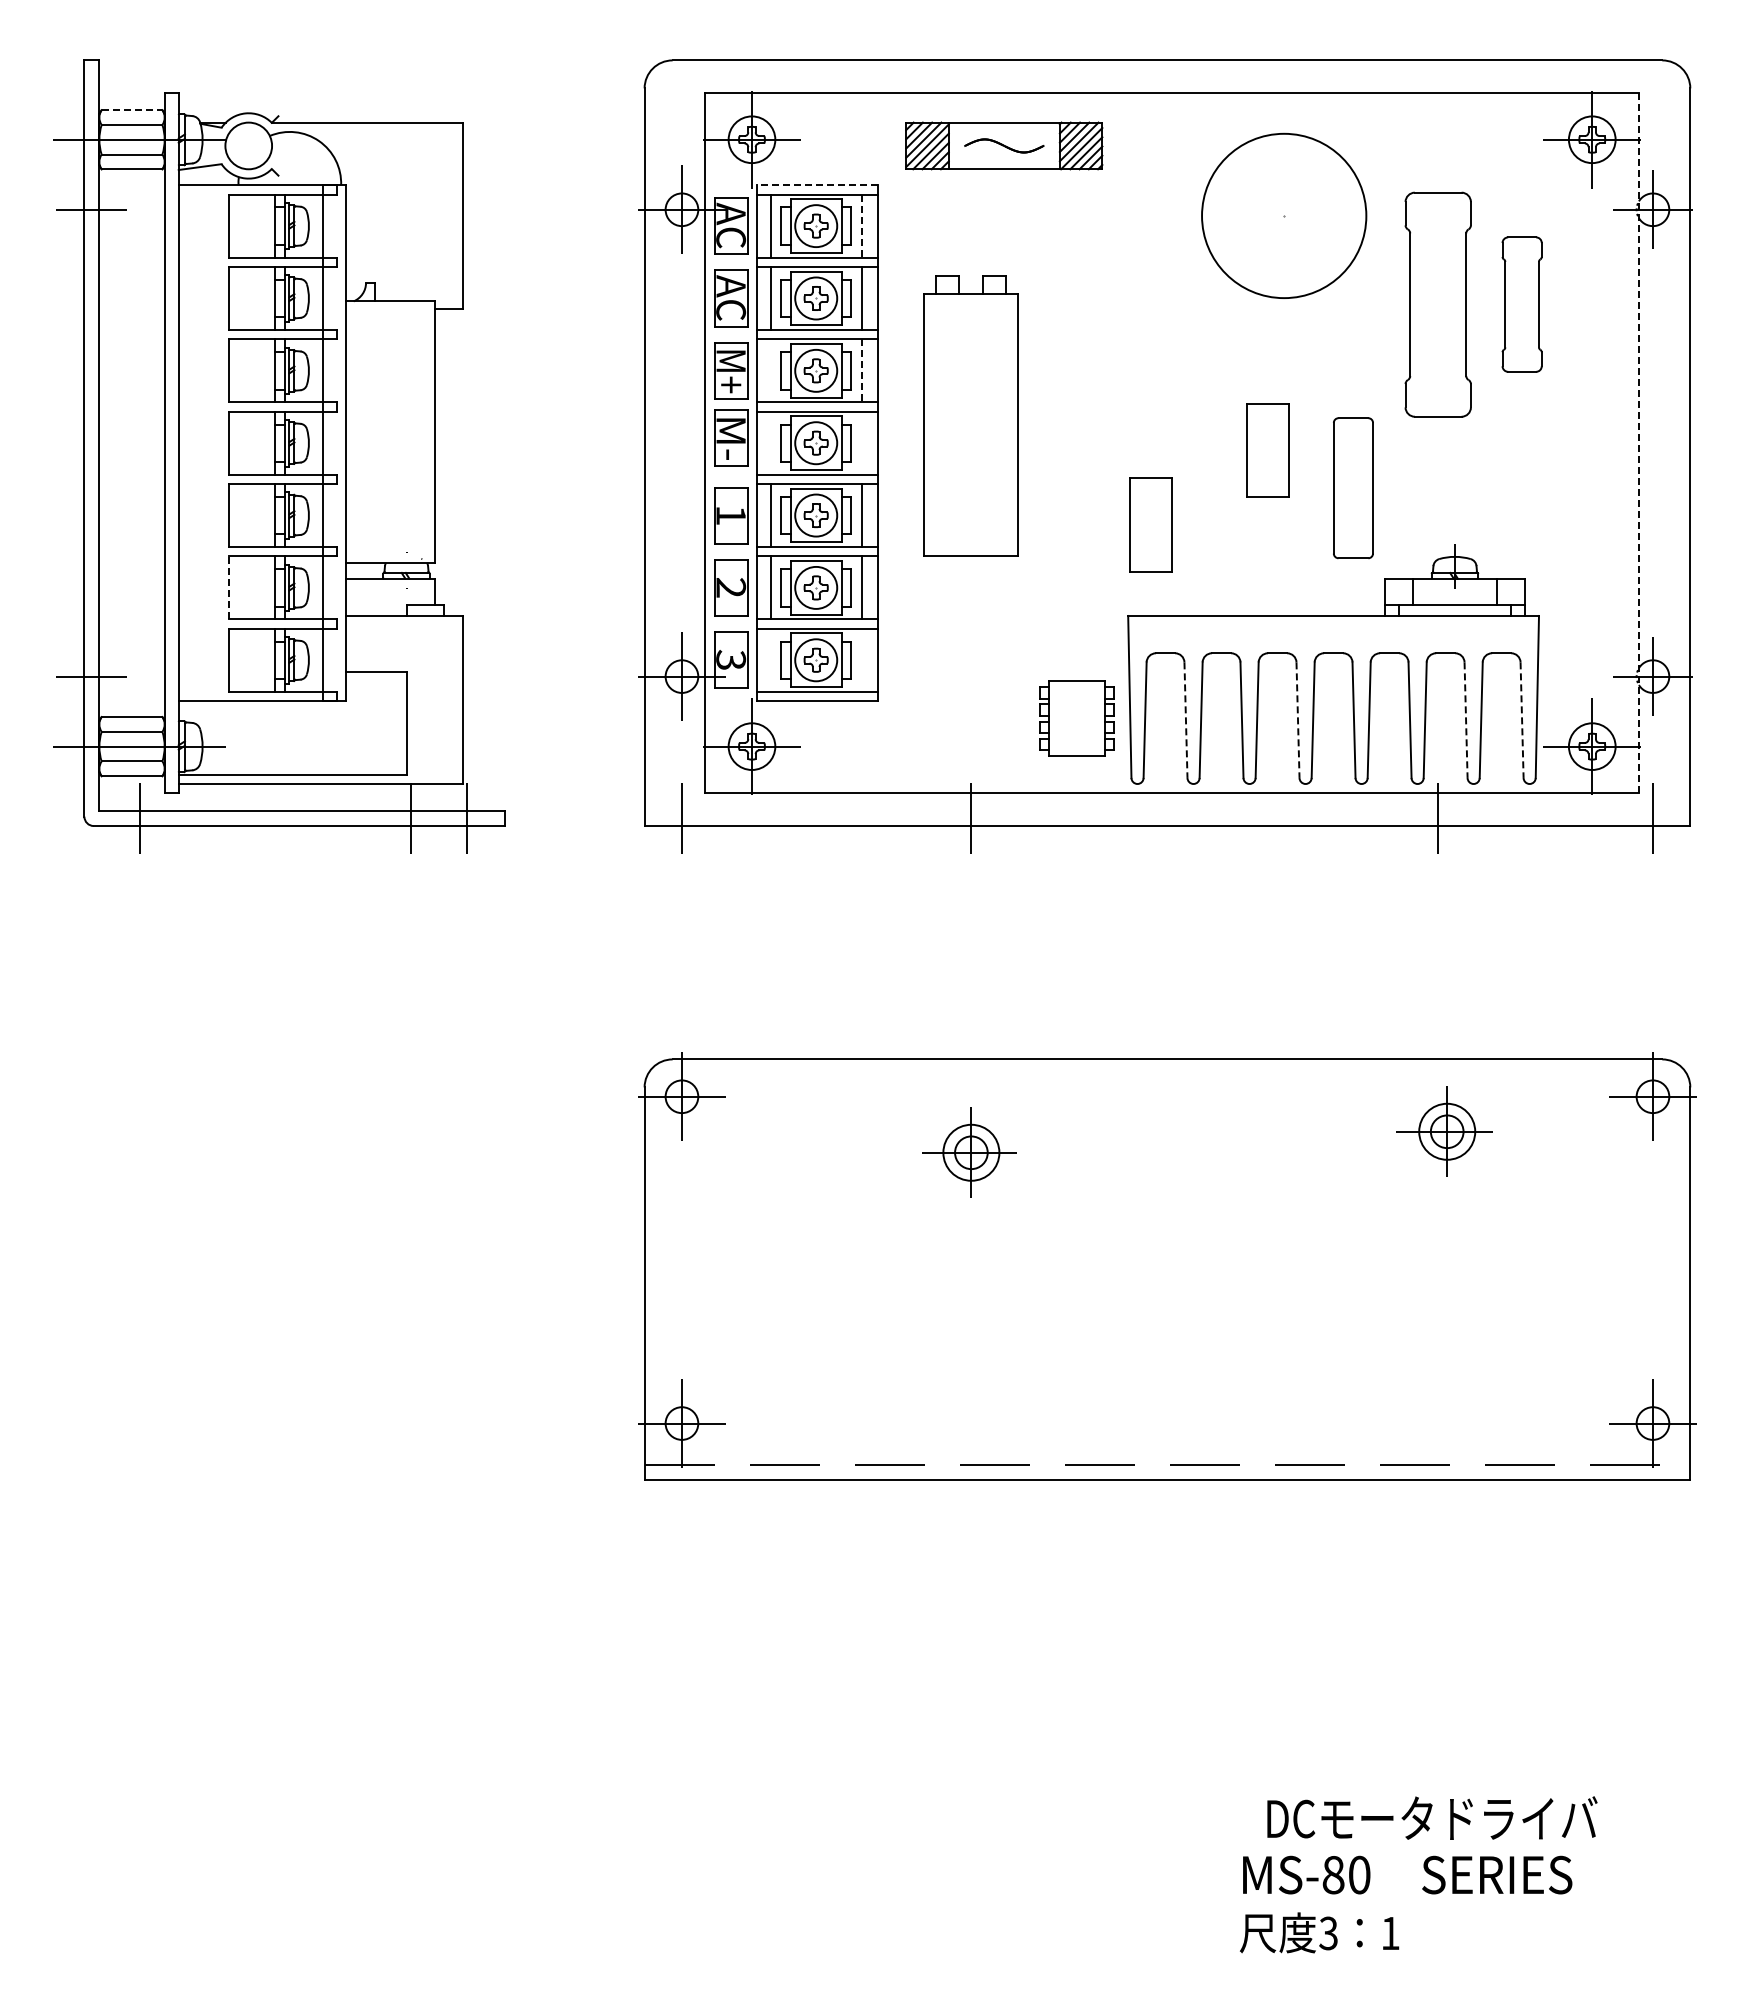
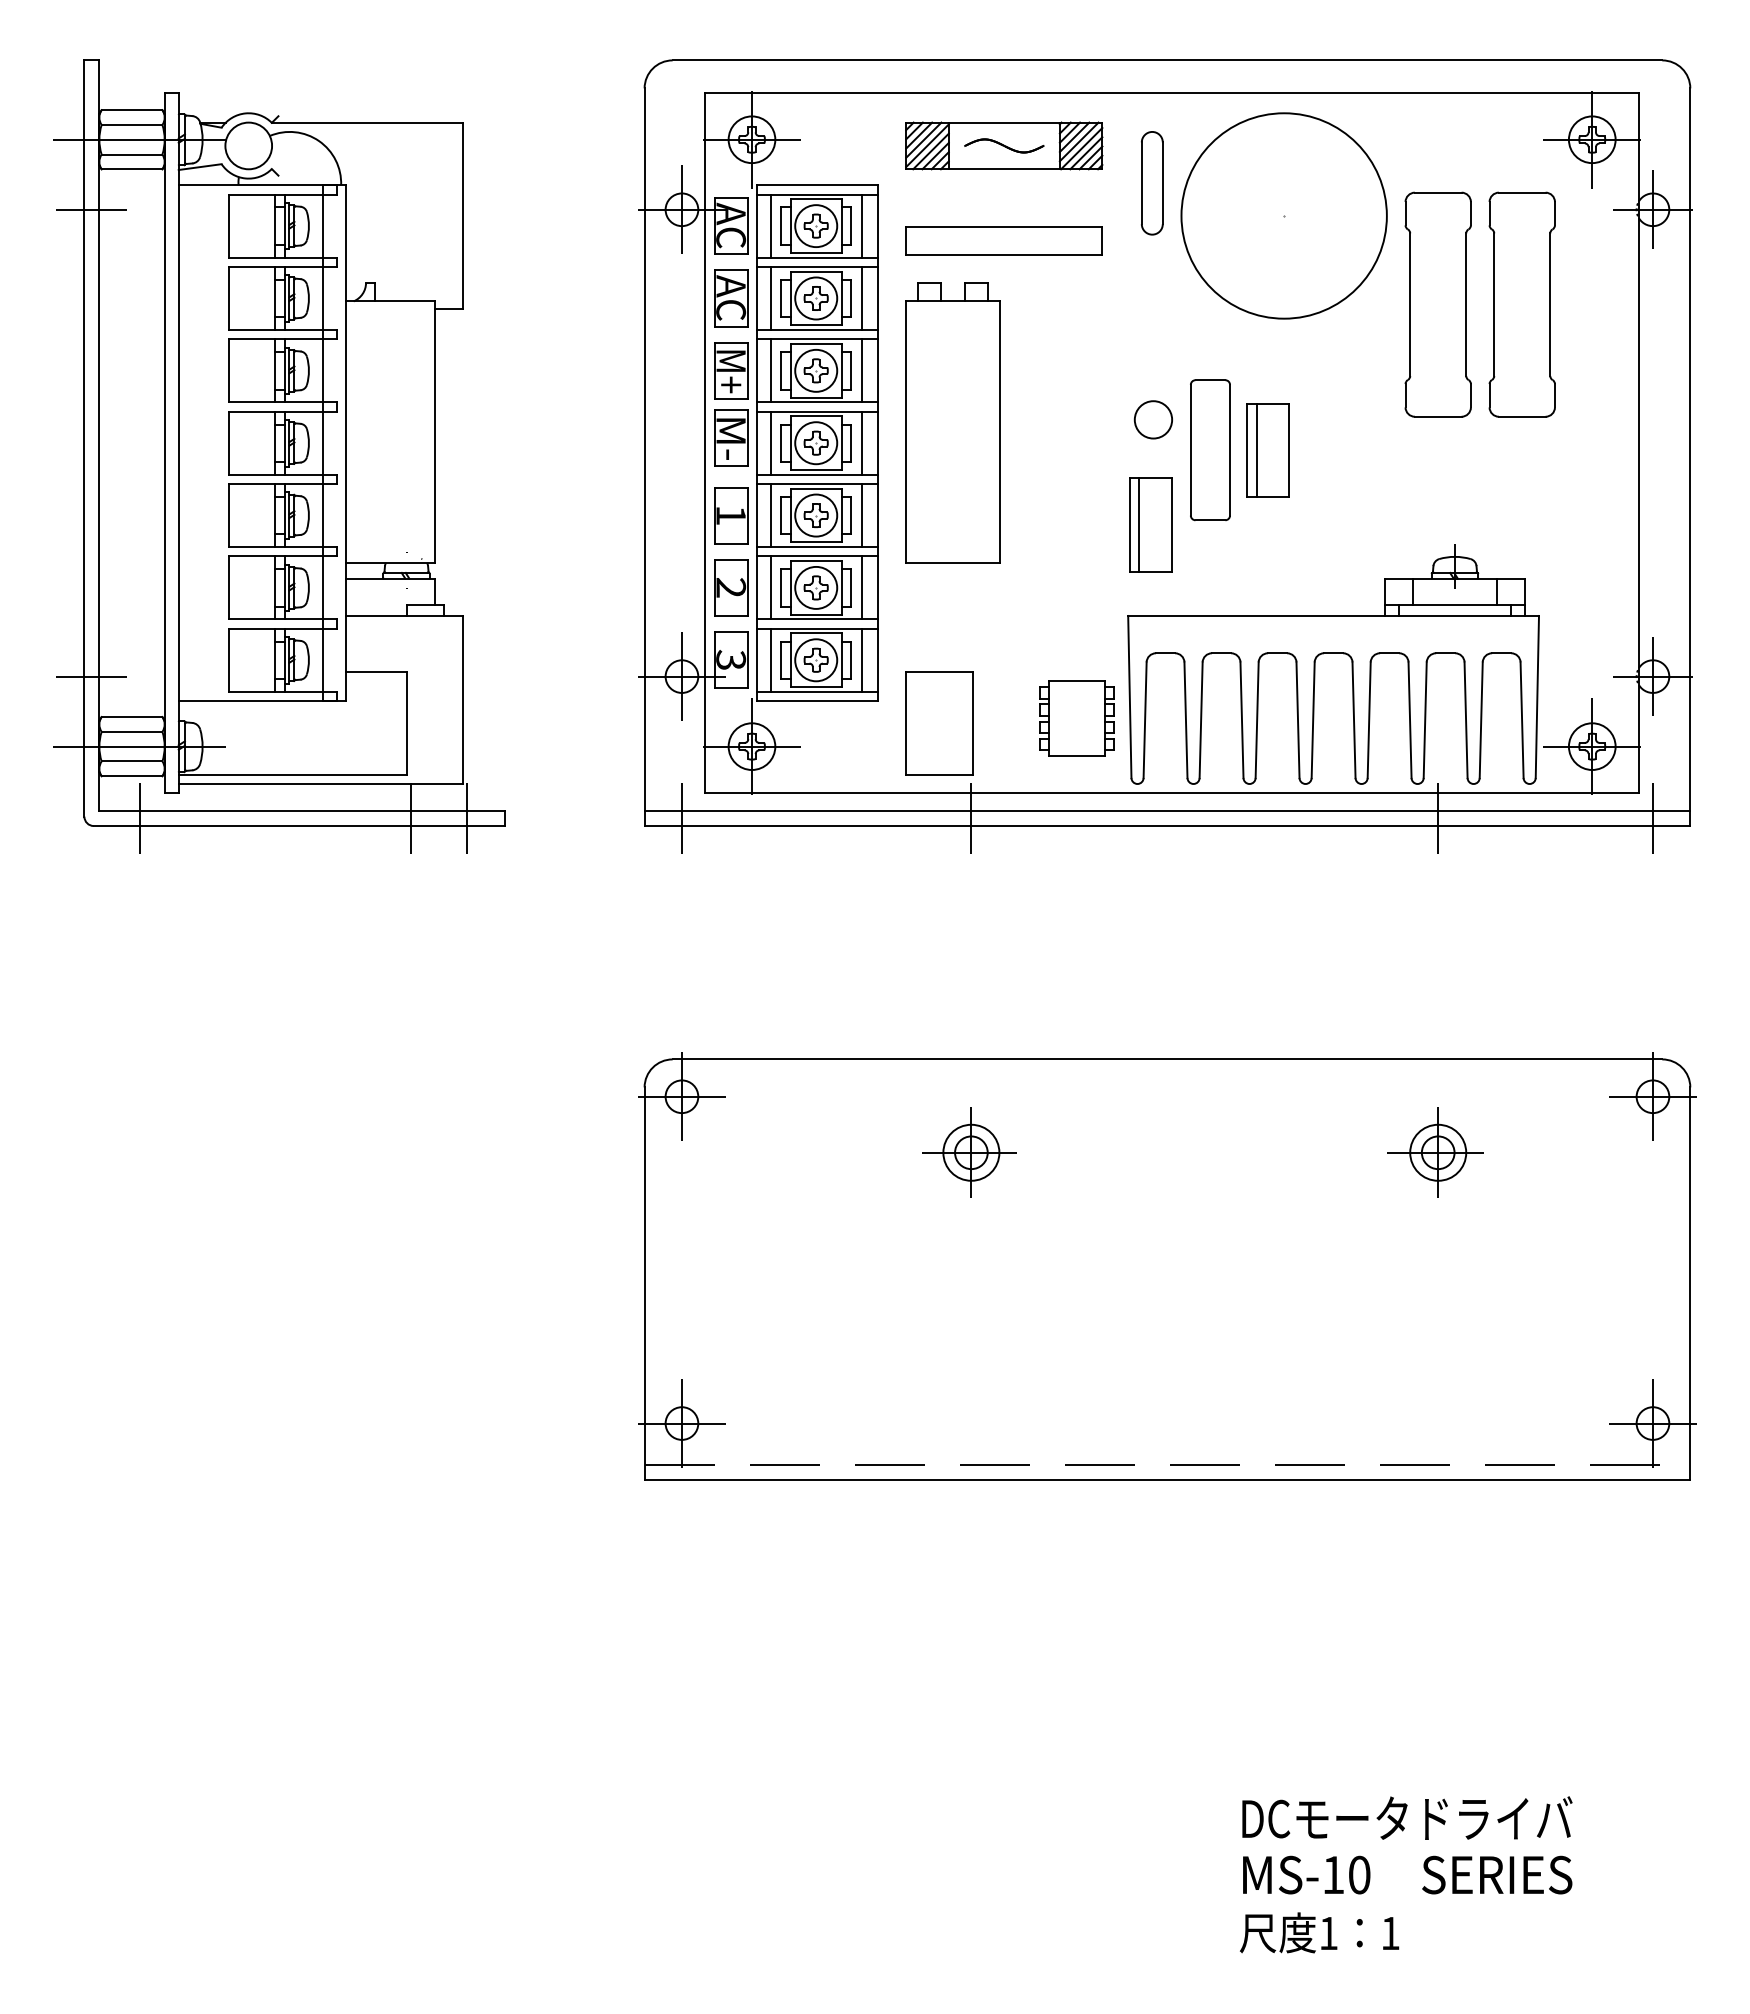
line at (132, 110): dashed -> solid
part at (1152, 183): none -> present
line at (817, 185): dashed -> solid
circle at (1284, 215) diameter: 164 px -> 205 px
line at (861, 226): dashed -> solid
part at (1003, 240): none -> present
part at (1521, 304) size: 42x137 px -> 68x227 px
line at (770, 370): none -> present
line at (861, 370): dashed -> solid
part at (970, 415) position: (970, 415) -> (952, 422)
circle at (1152, 419): none -> present
line at (770, 442): none -> present
line at (861, 442): none -> present
line at (1638, 443): dashed -> solid
line at (1256, 449): none -> present
part at (1353, 488) position: (1353, 488) -> (1210, 450)
line at (1139, 524): none -> present
line at (228, 587): dashed -> solid
line at (770, 659): none -> present
line at (861, 659): none -> present
line at (1185, 720): dashed -> solid
line at (1298, 720): dashed -> solid
line at (1466, 720): dashed -> solid
line at (1522, 720): dashed -> solid
part at (939, 723): none -> present
line at (1167, 811): none -> present
part at (1444, 1131) position: (1444, 1131) -> (1435, 1152)
text at (1432, 1817) position: (1432, 1817) -> (1407, 1817)
text at (1333, 1875): MS-80 -> MS-10
text at (1328, 1933): 3 -> 1
